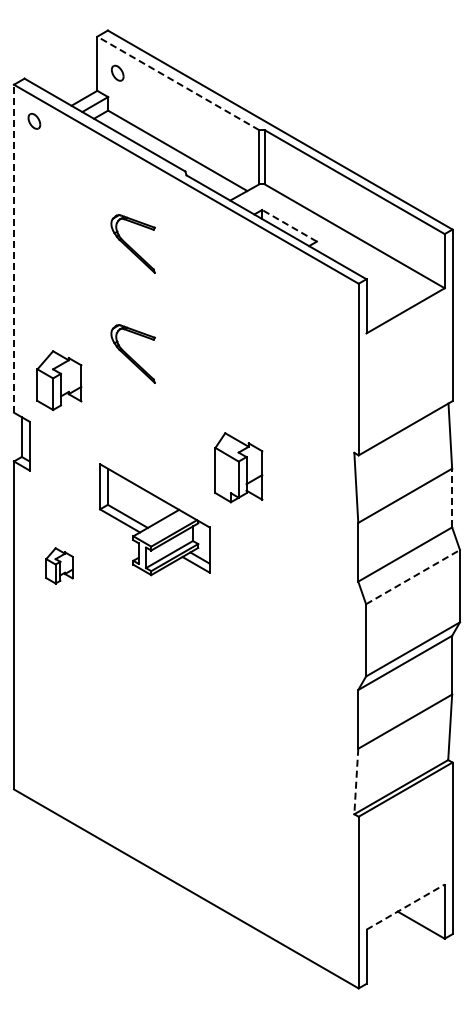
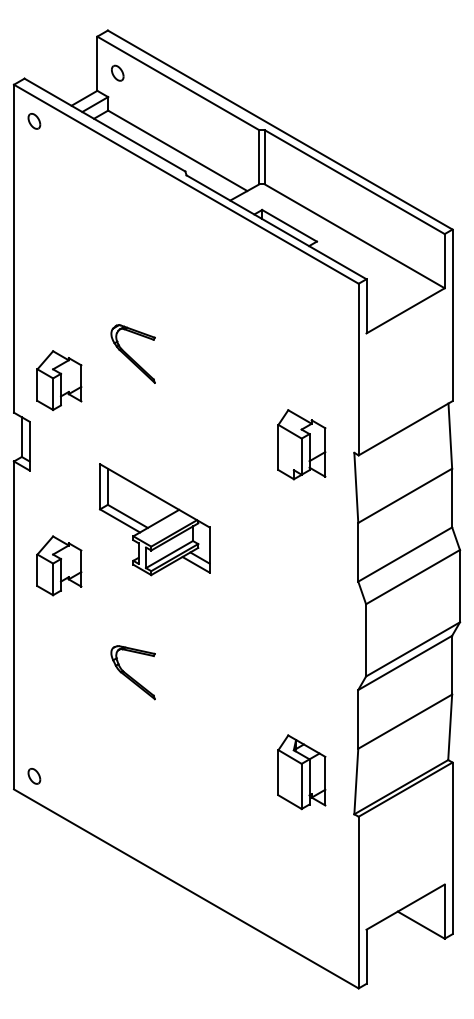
line at (178, 83): dashed -> solid
line at (289, 225): dashed -> solid
part at (132, 243): present -> none
line at (14, 248): dashed -> solid
part at (238, 467) position: (238, 467) -> (301, 444)
line at (452, 497): dashed -> solid
part at (59, 565) size: 29x38 px -> 47x62 px
line at (413, 576): dashed -> solid
part at (132, 672): none -> present
part at (301, 772): none -> present
part at (34, 776): none -> present
line at (356, 781): dashed -> solid
line at (406, 906): dashed -> solid
